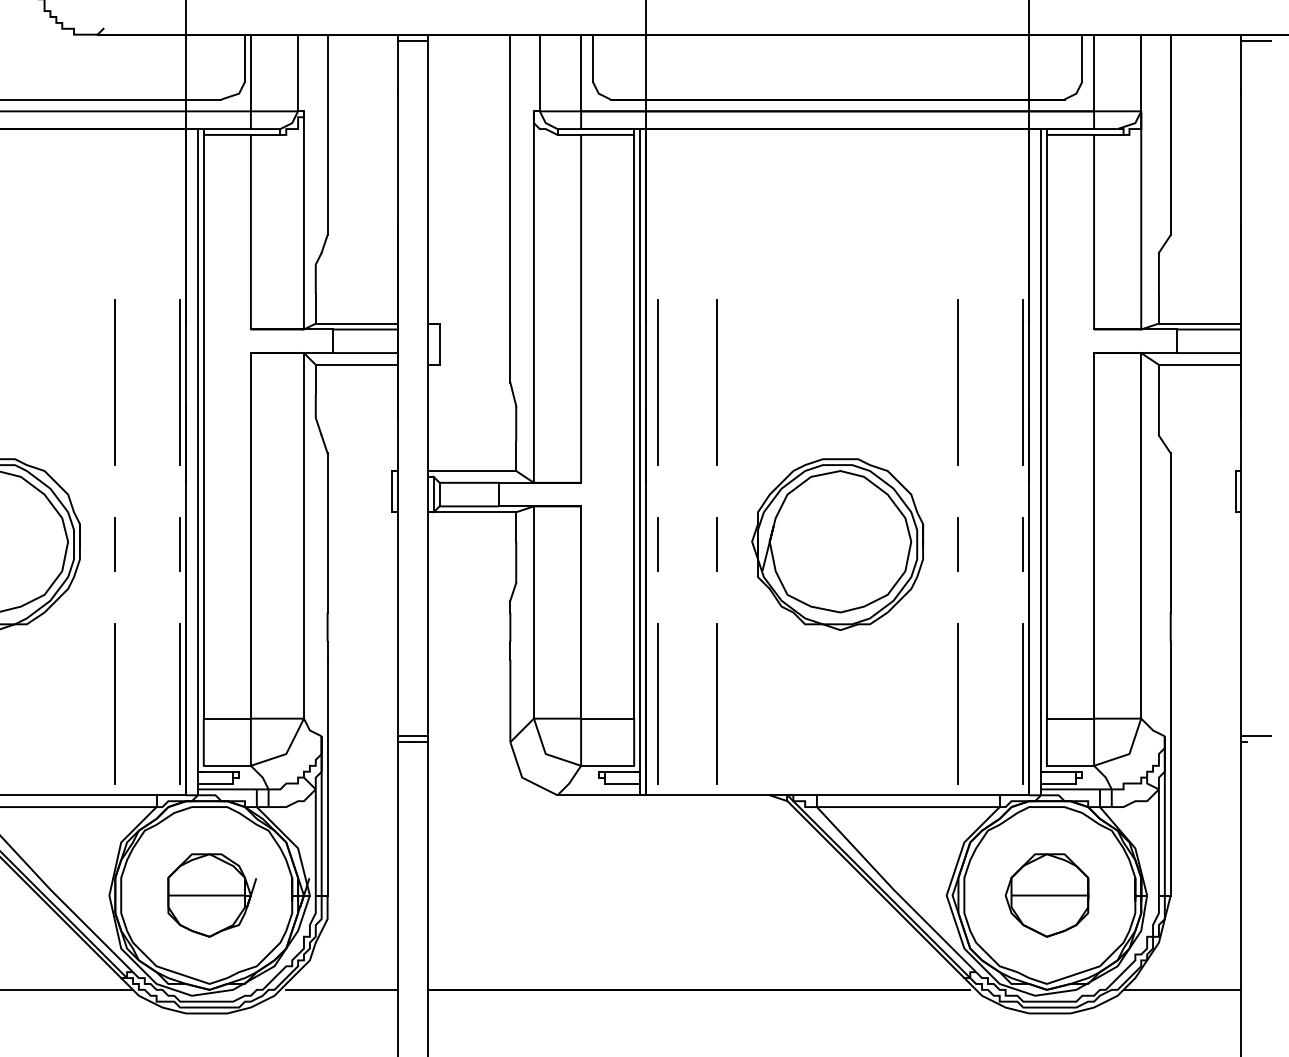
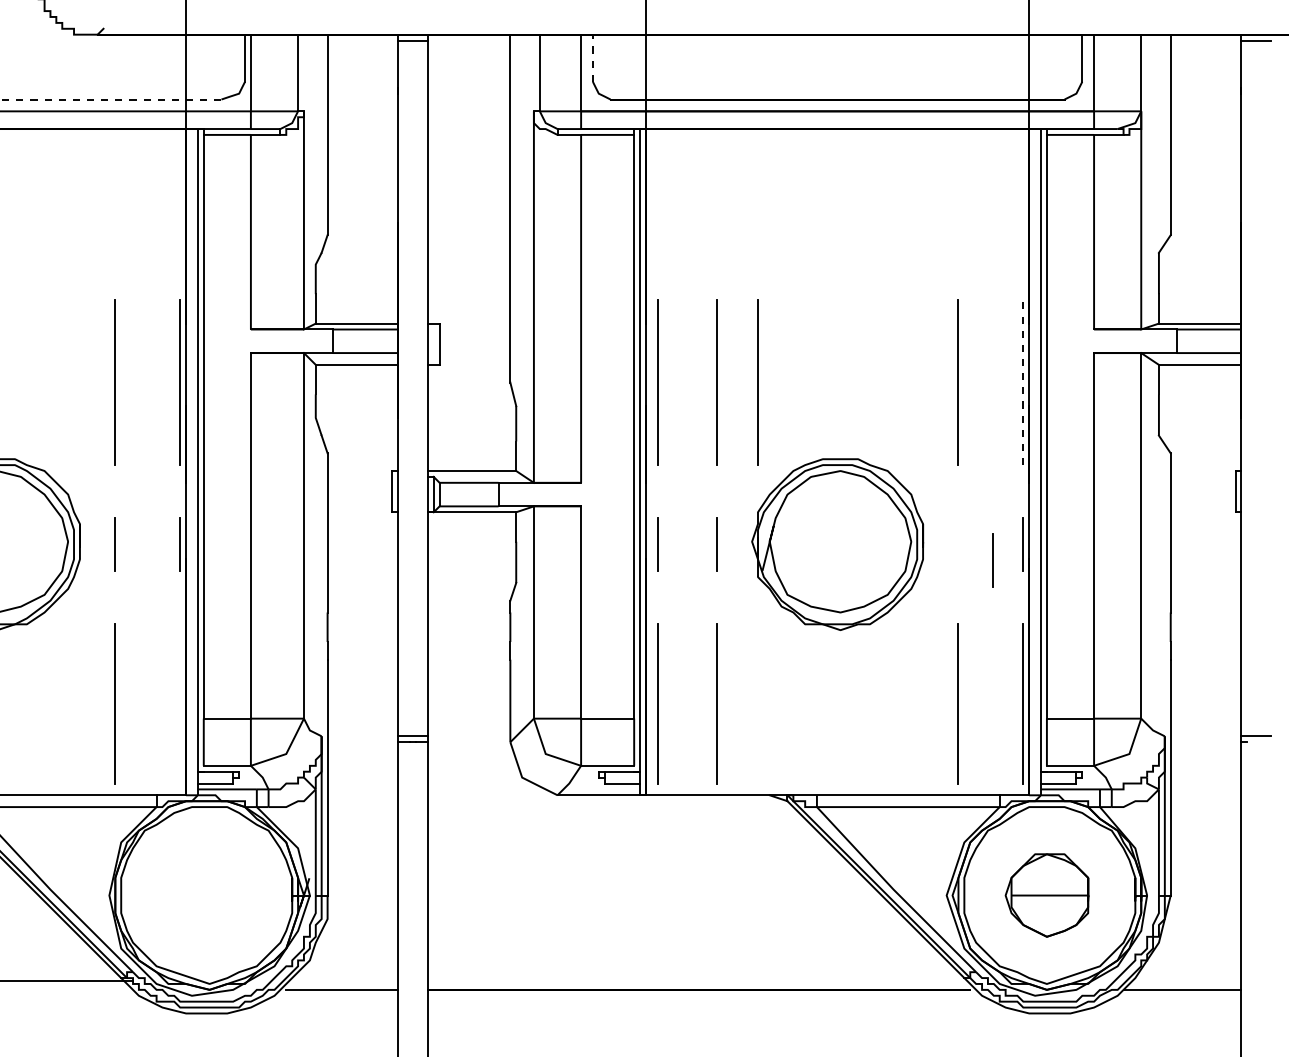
line at (592, 58): solid -> dashed
line at (110, 99): solid -> dashed
line at (757, 382): none -> present
line at (1023, 382): solid -> dashed
line at (957, 544) position: (957, 544) -> (992, 560)
line at (180, 703): present -> none
part at (211, 895): present -> none
line at (67, 989) position: (67, 989) -> (67, 980)
